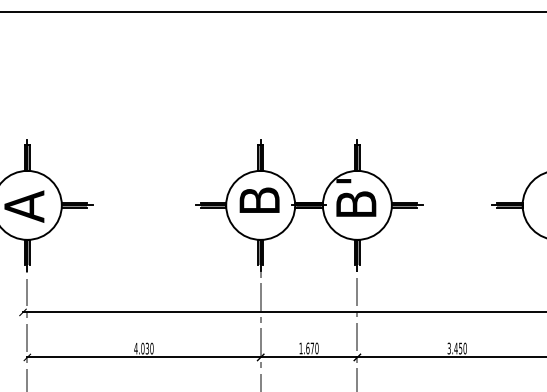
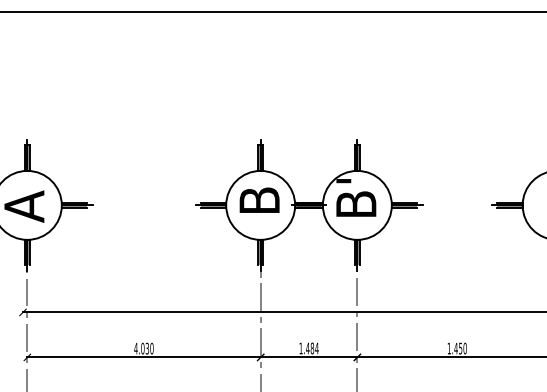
text at (312, 348): 1.670 -> 1.484
text at (448, 348): 3.450 -> 1.450
